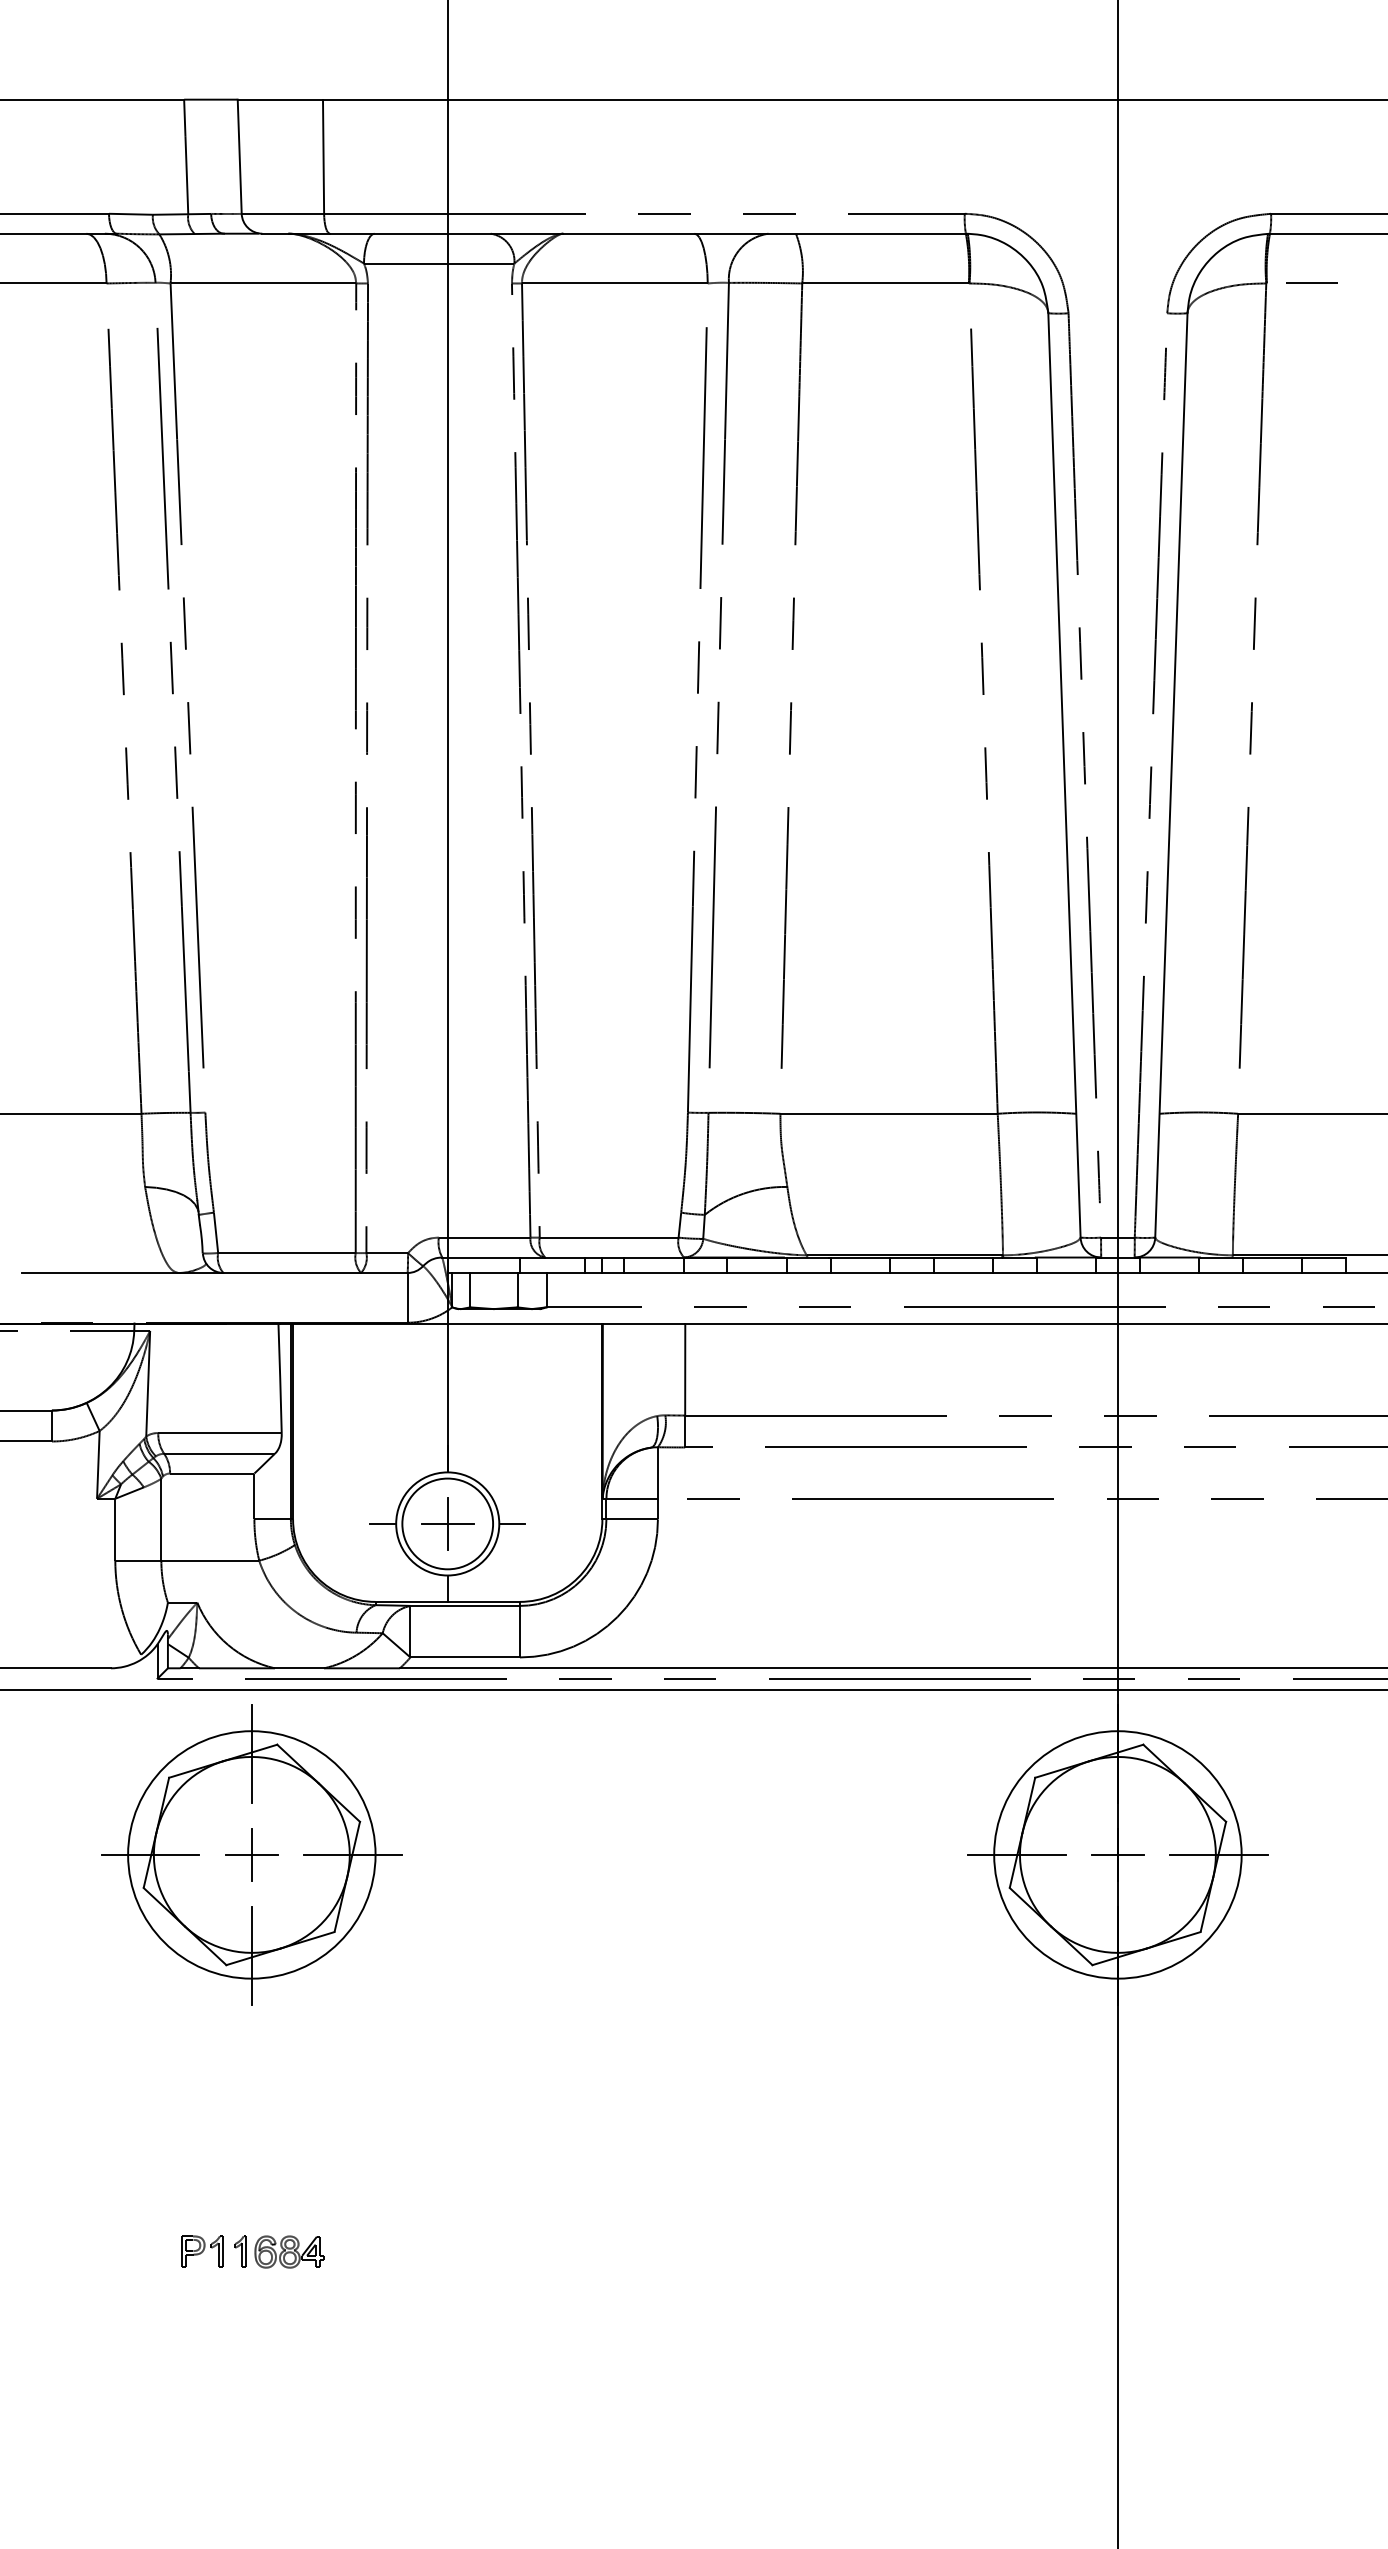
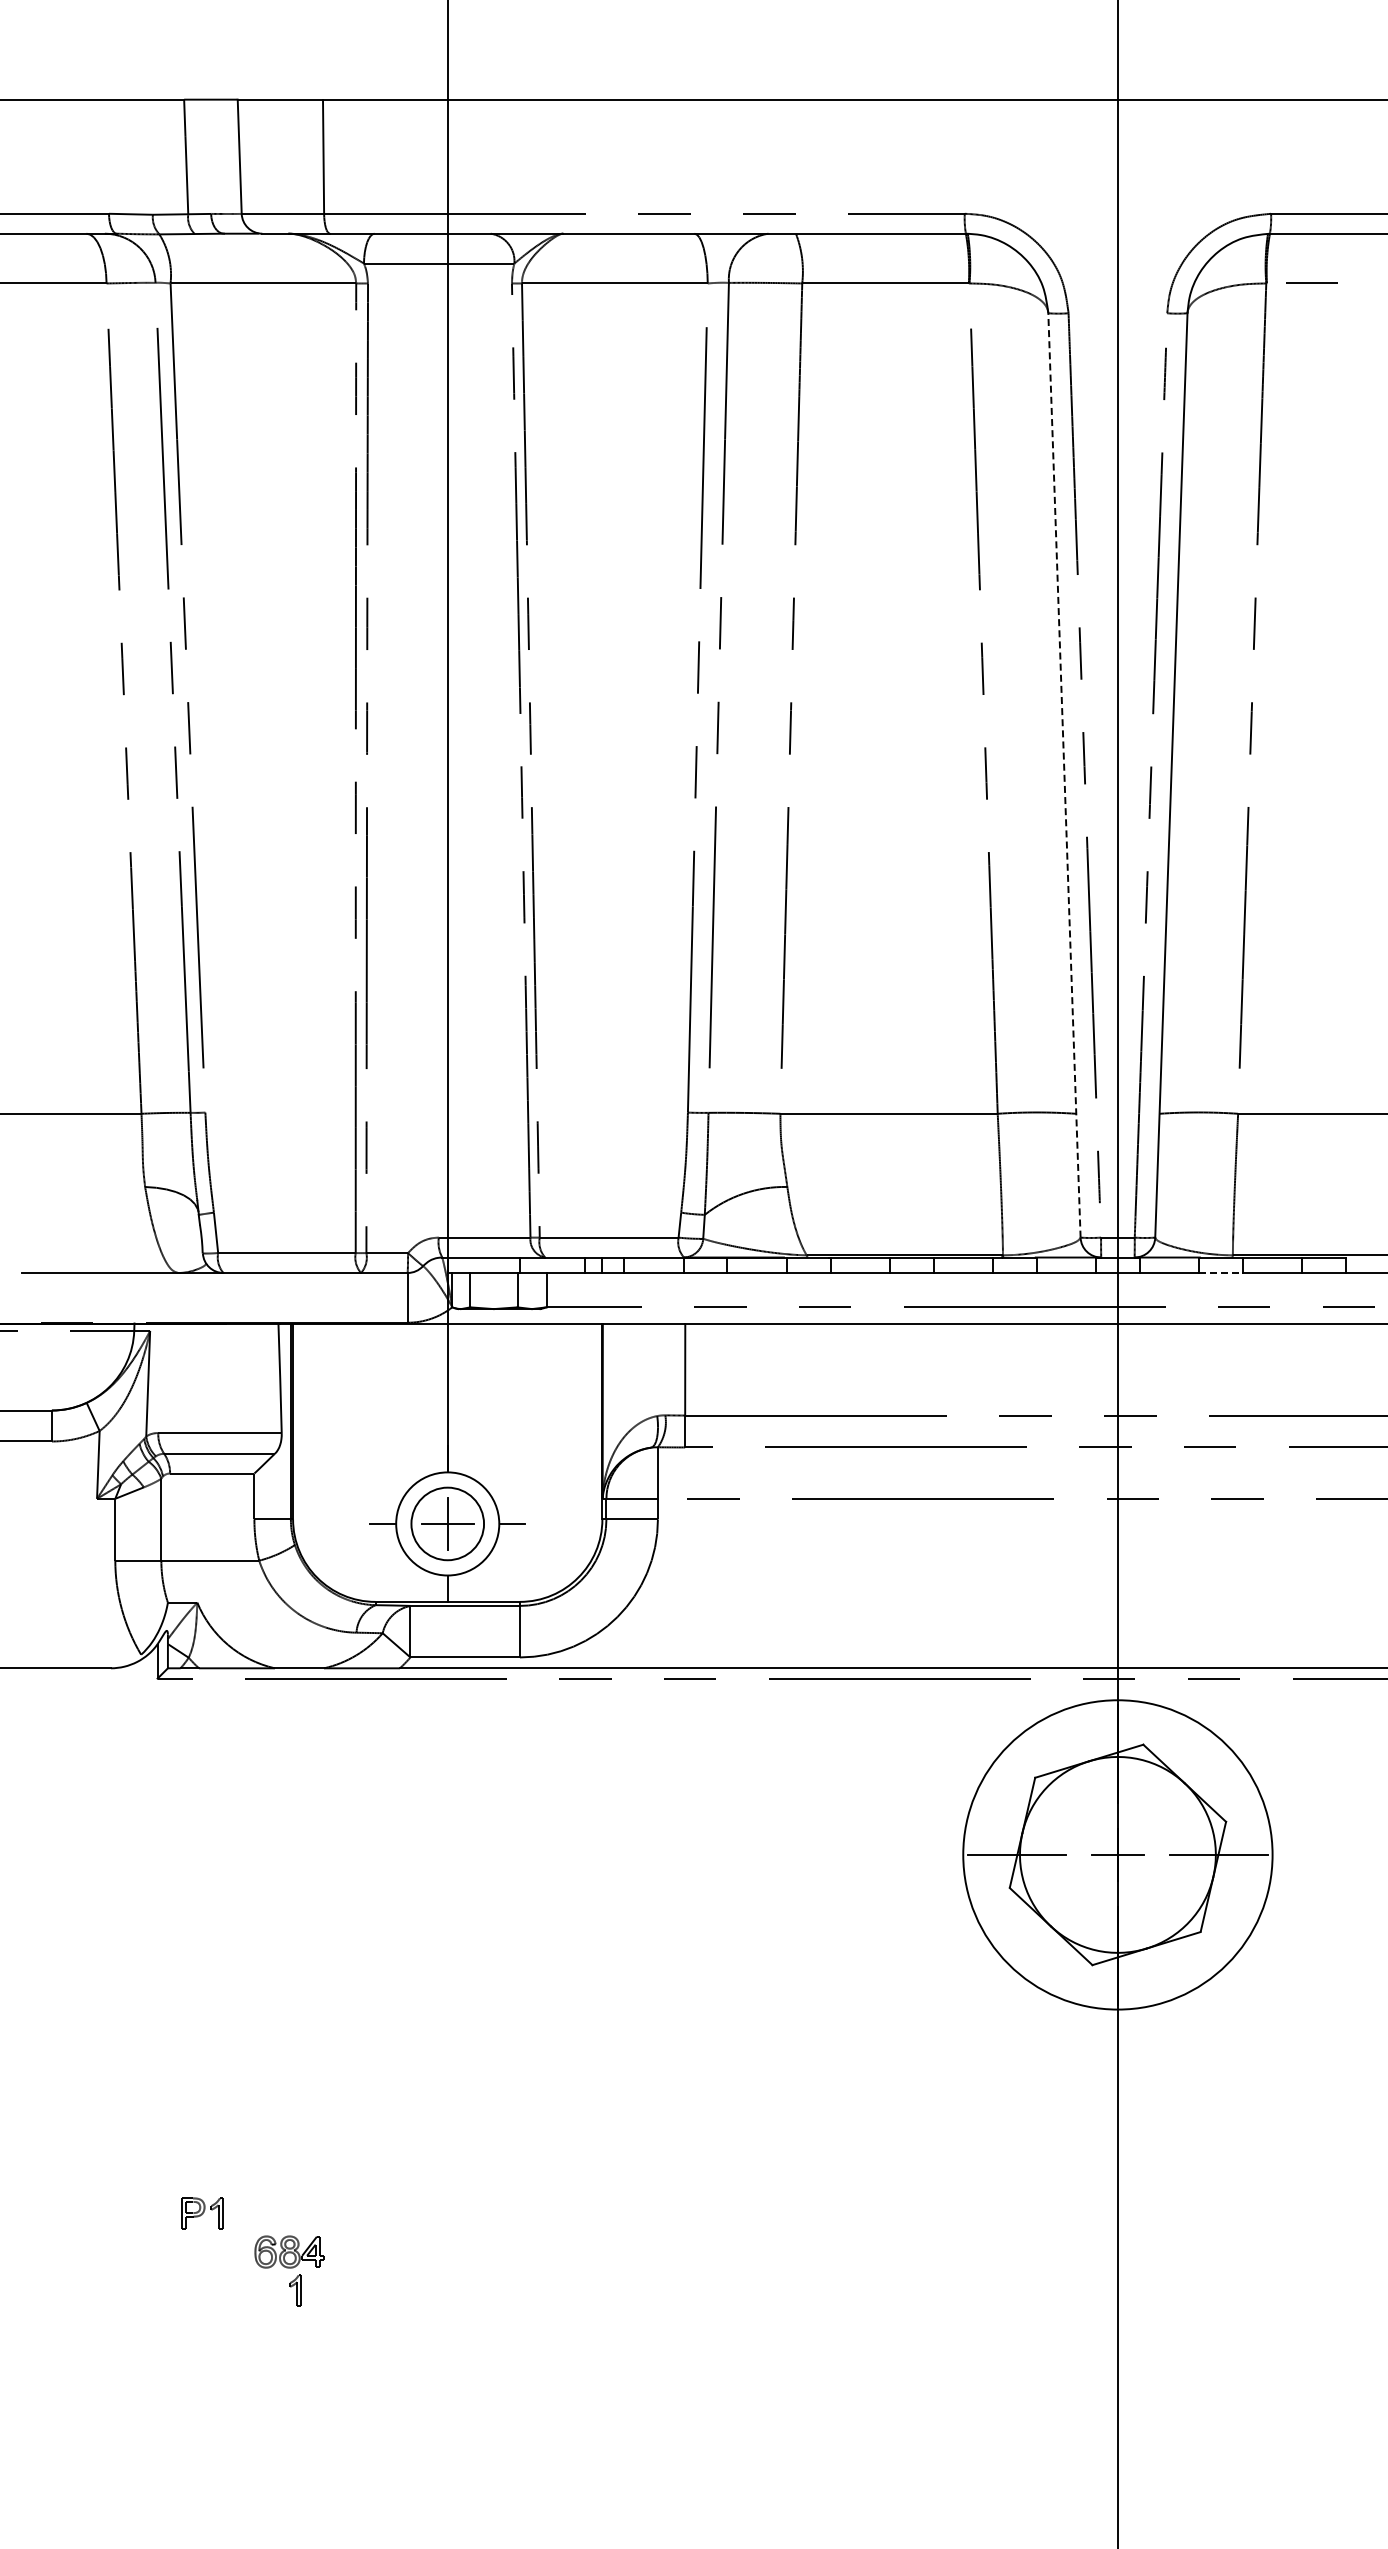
line at (1064, 774): solid -> dashed
line at (1221, 1273): solid -> dashed
circle at (447, 1523) diameter: 91 px -> 73 px
line at (693, 1689): present -> none
part at (251, 1854): present -> none
circle at (1117, 1854) diameter: 247 px -> 309 px
part at (202, 2251) position: (202, 2251) -> (202, 2213)
part at (240, 2251) position: (240, 2251) -> (295, 2290)
